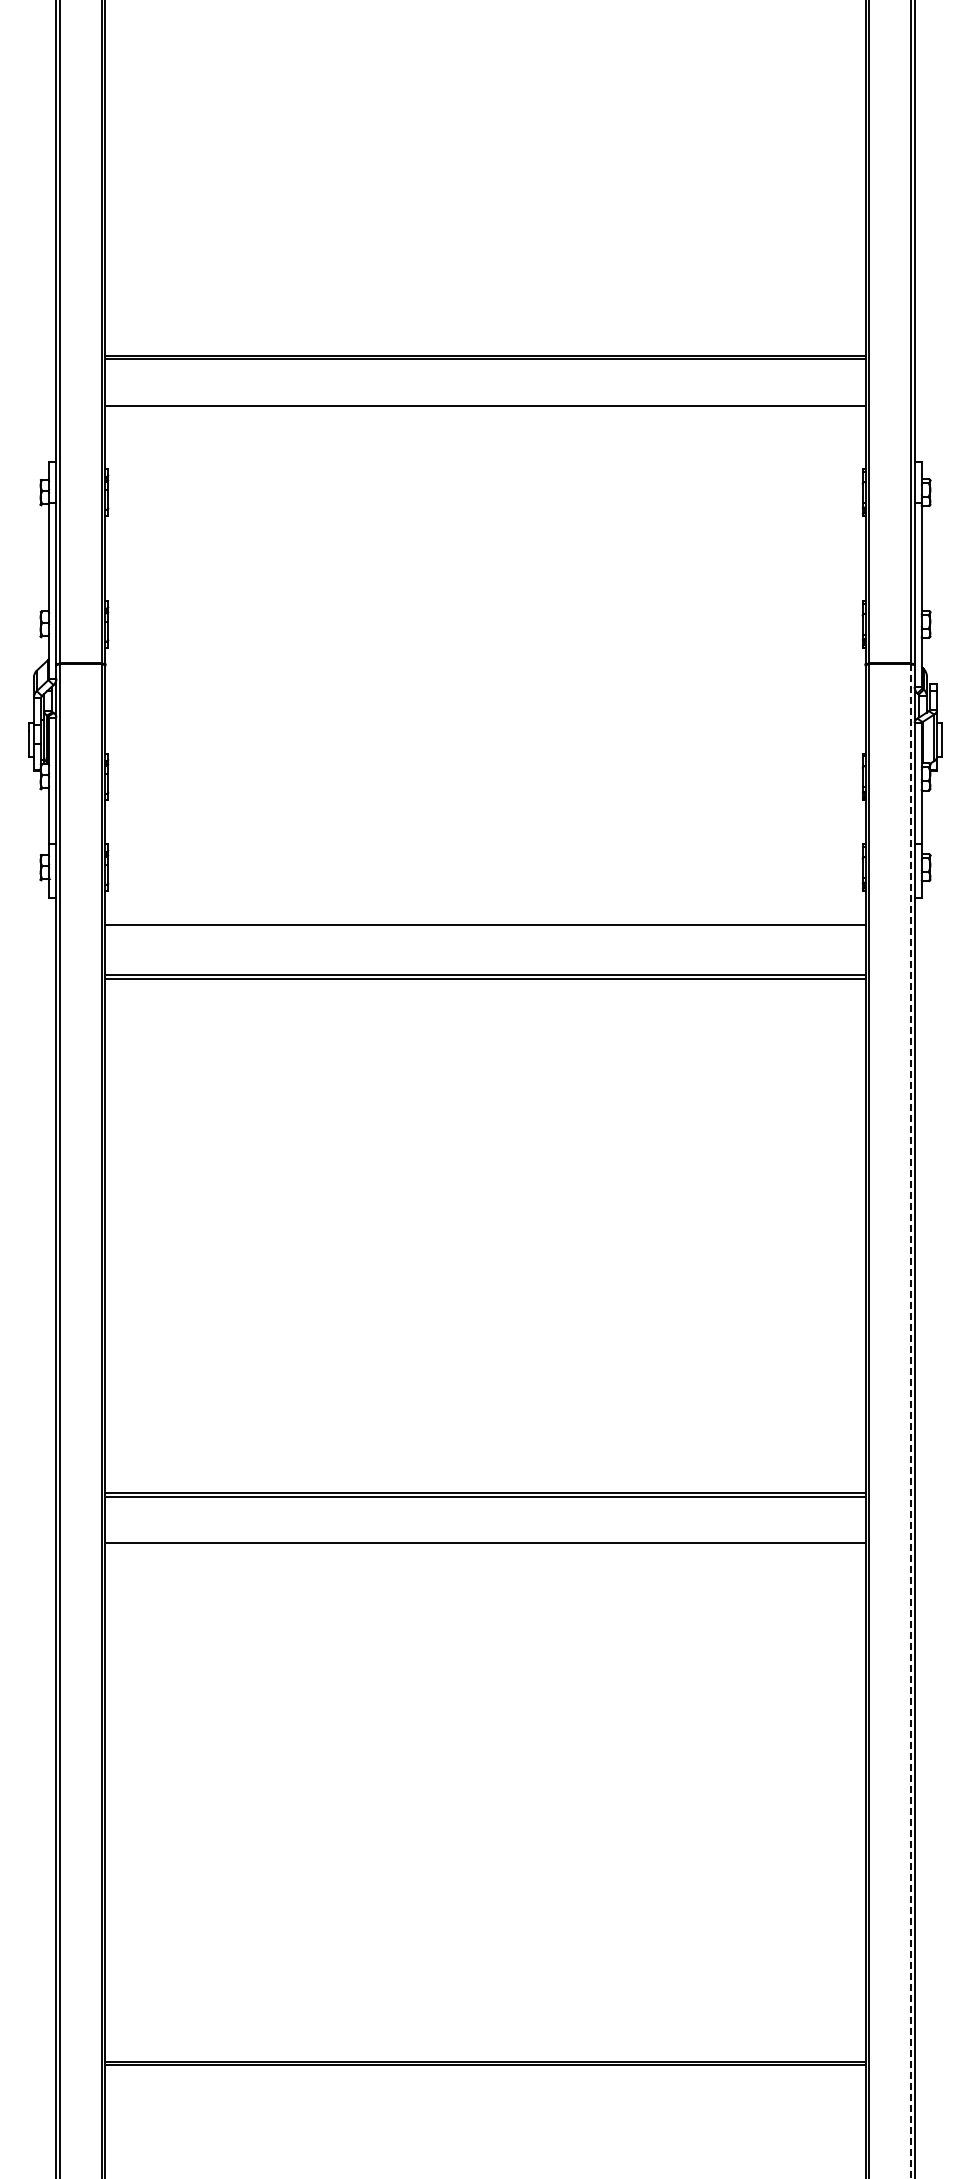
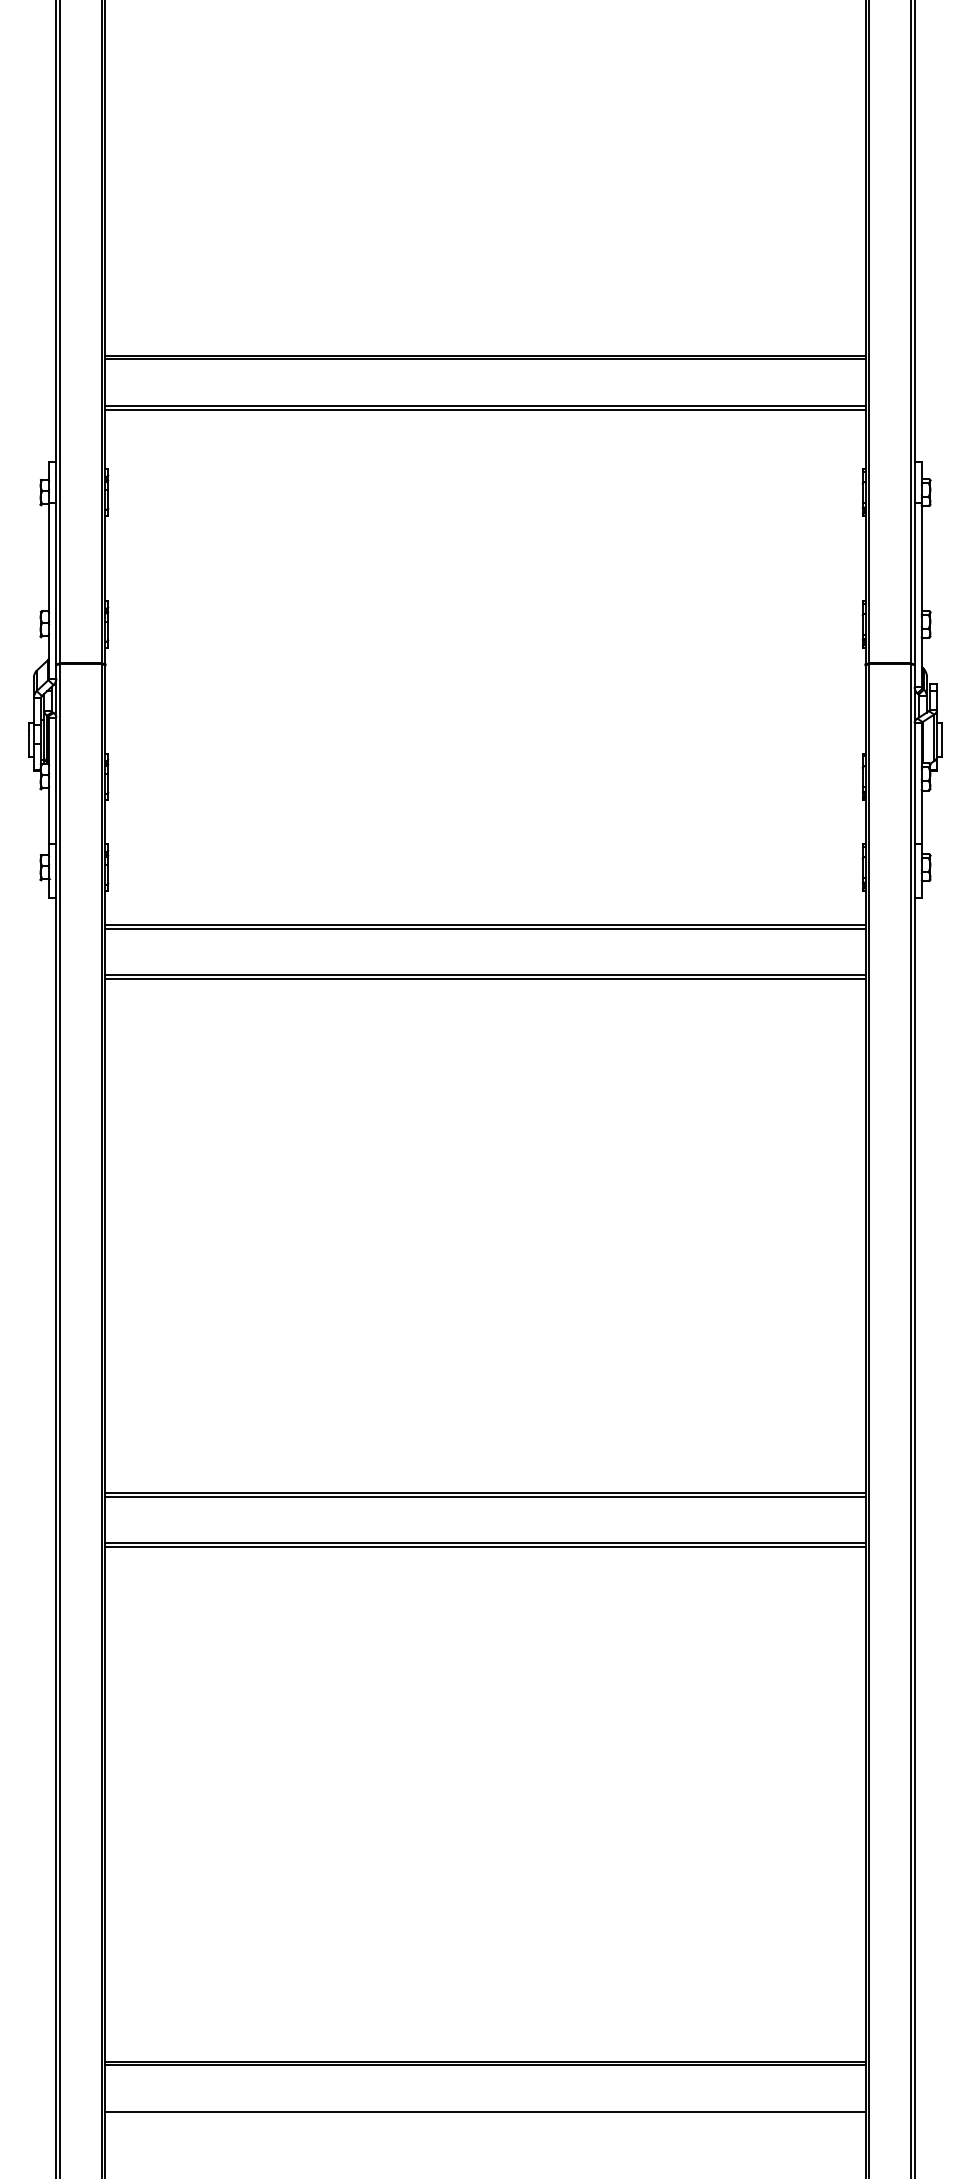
line at (485, 409): none -> present
line at (485, 928): none -> present
line at (910, 1421): dashed -> solid
line at (485, 1547): none -> present
line at (485, 2111): none -> present
